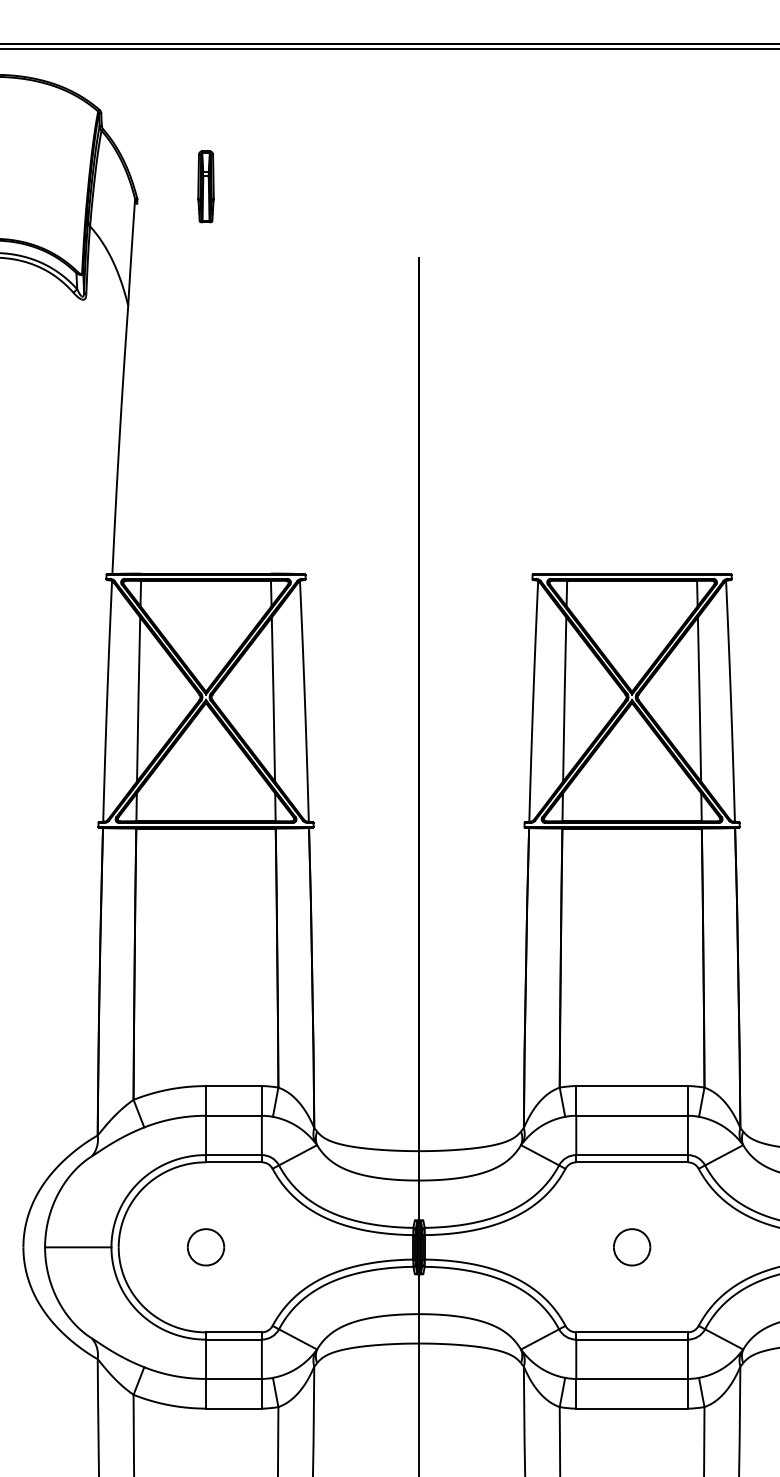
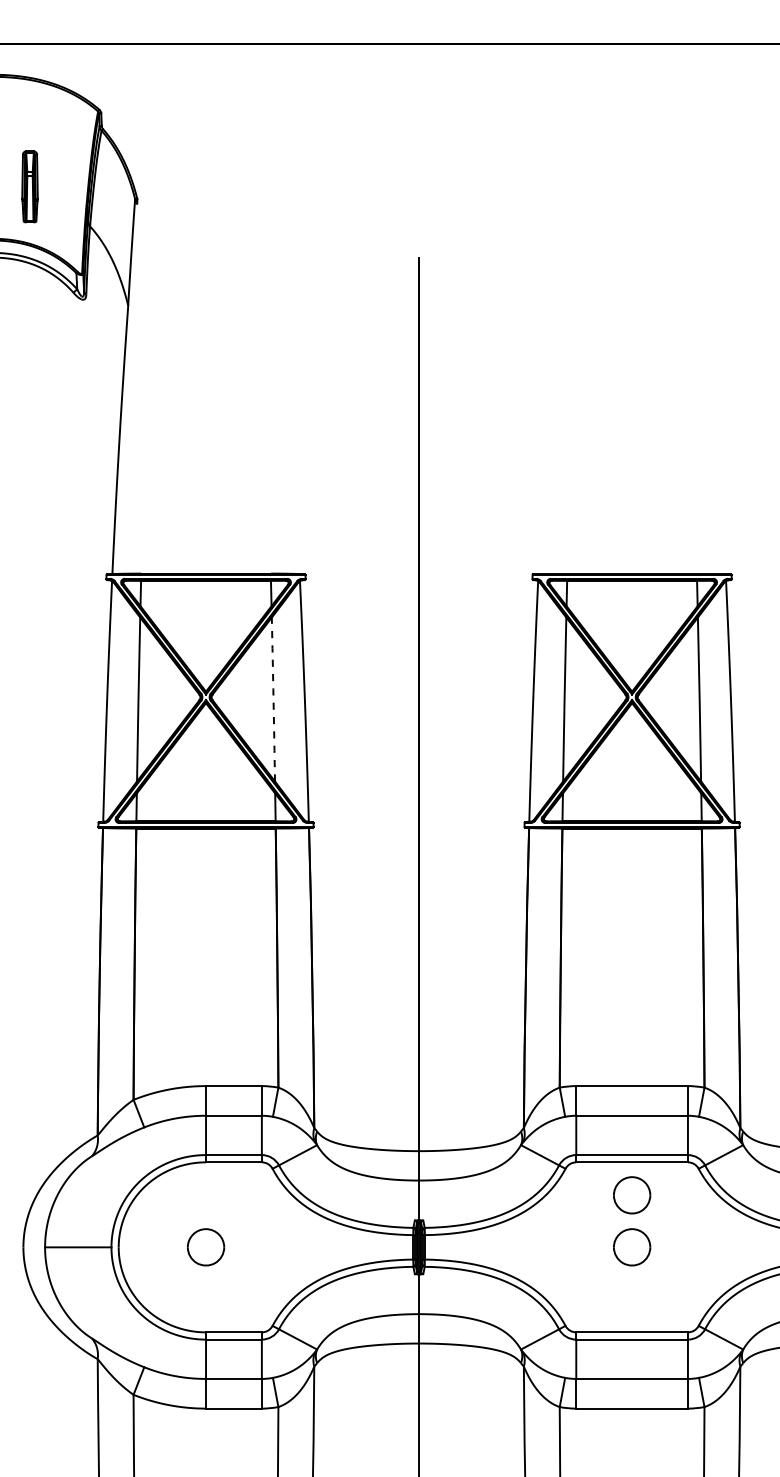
line at (389, 48): present -> none
part at (205, 186) position: (205, 186) -> (29, 186)
arc at (273, 699): solid -> dashed
part at (632, 1195): none -> present
